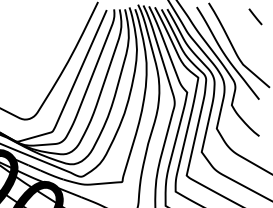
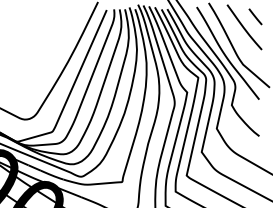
curve at (244, 27): none -> present
